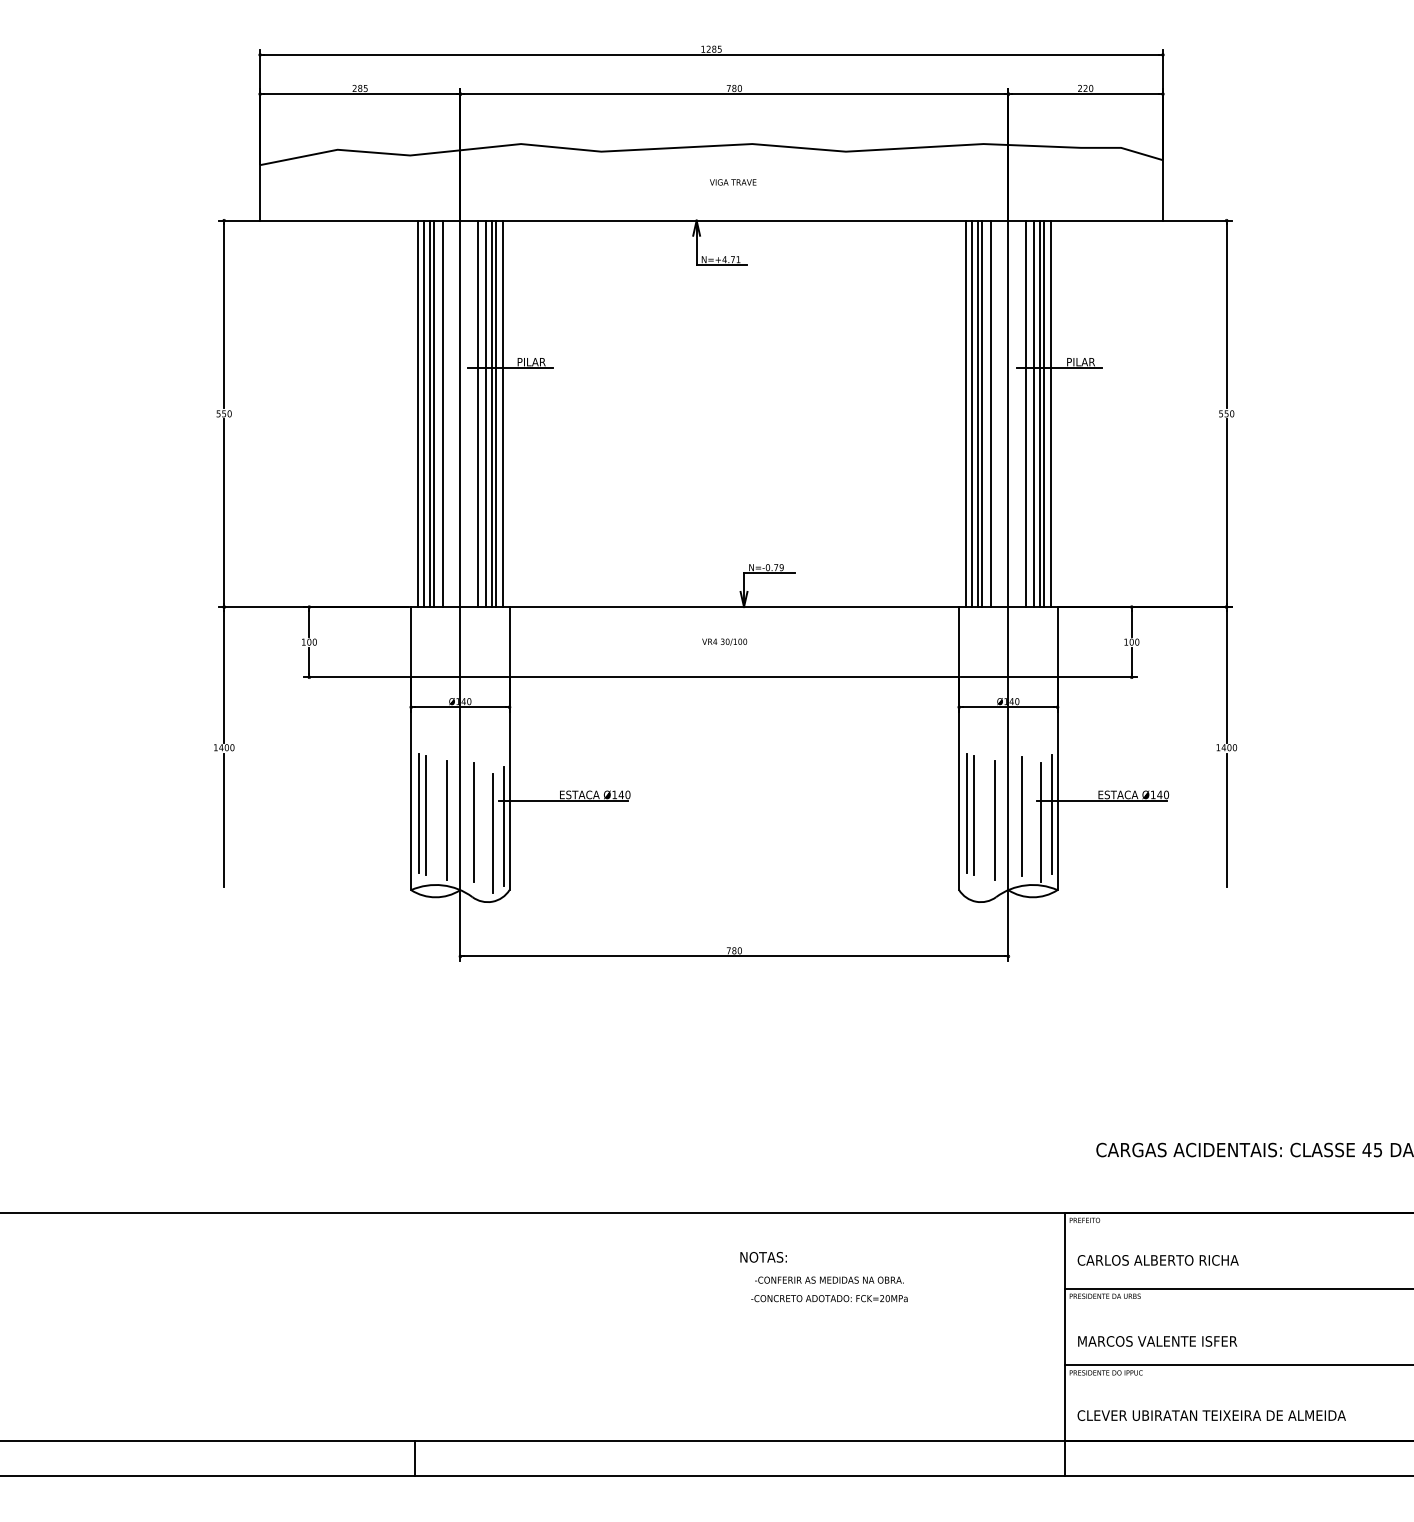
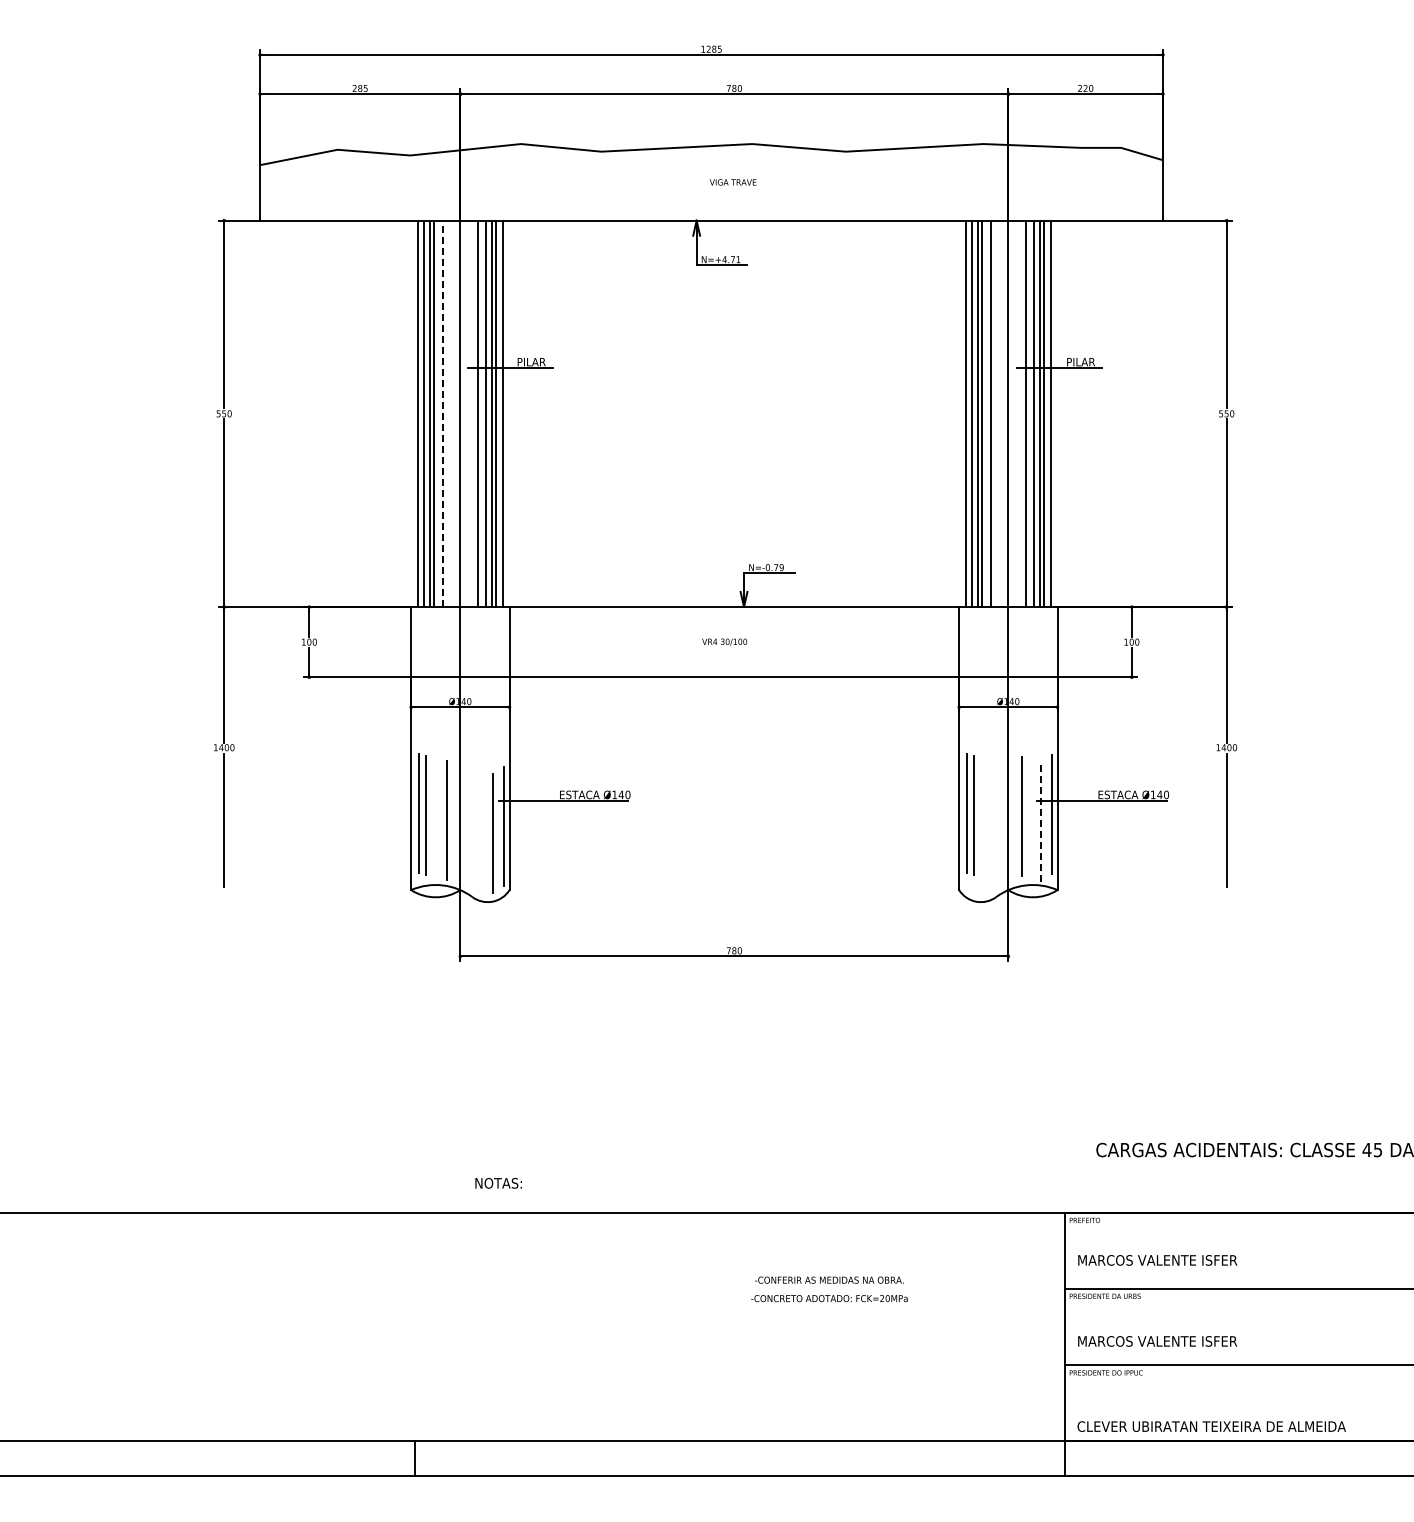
line at (442, 413): solid -> dashed
line at (995, 820): present -> none
line at (474, 822): present -> none
line at (1041, 822): solid -> dashed
text at (763, 1257) position: (763, 1257) -> (498, 1183)
text at (1157, 1260): CARLOS ALBERTO RICHA -> MARCOS VALENTE ISFER
text at (1211, 1415) position: (1211, 1415) -> (1211, 1426)
